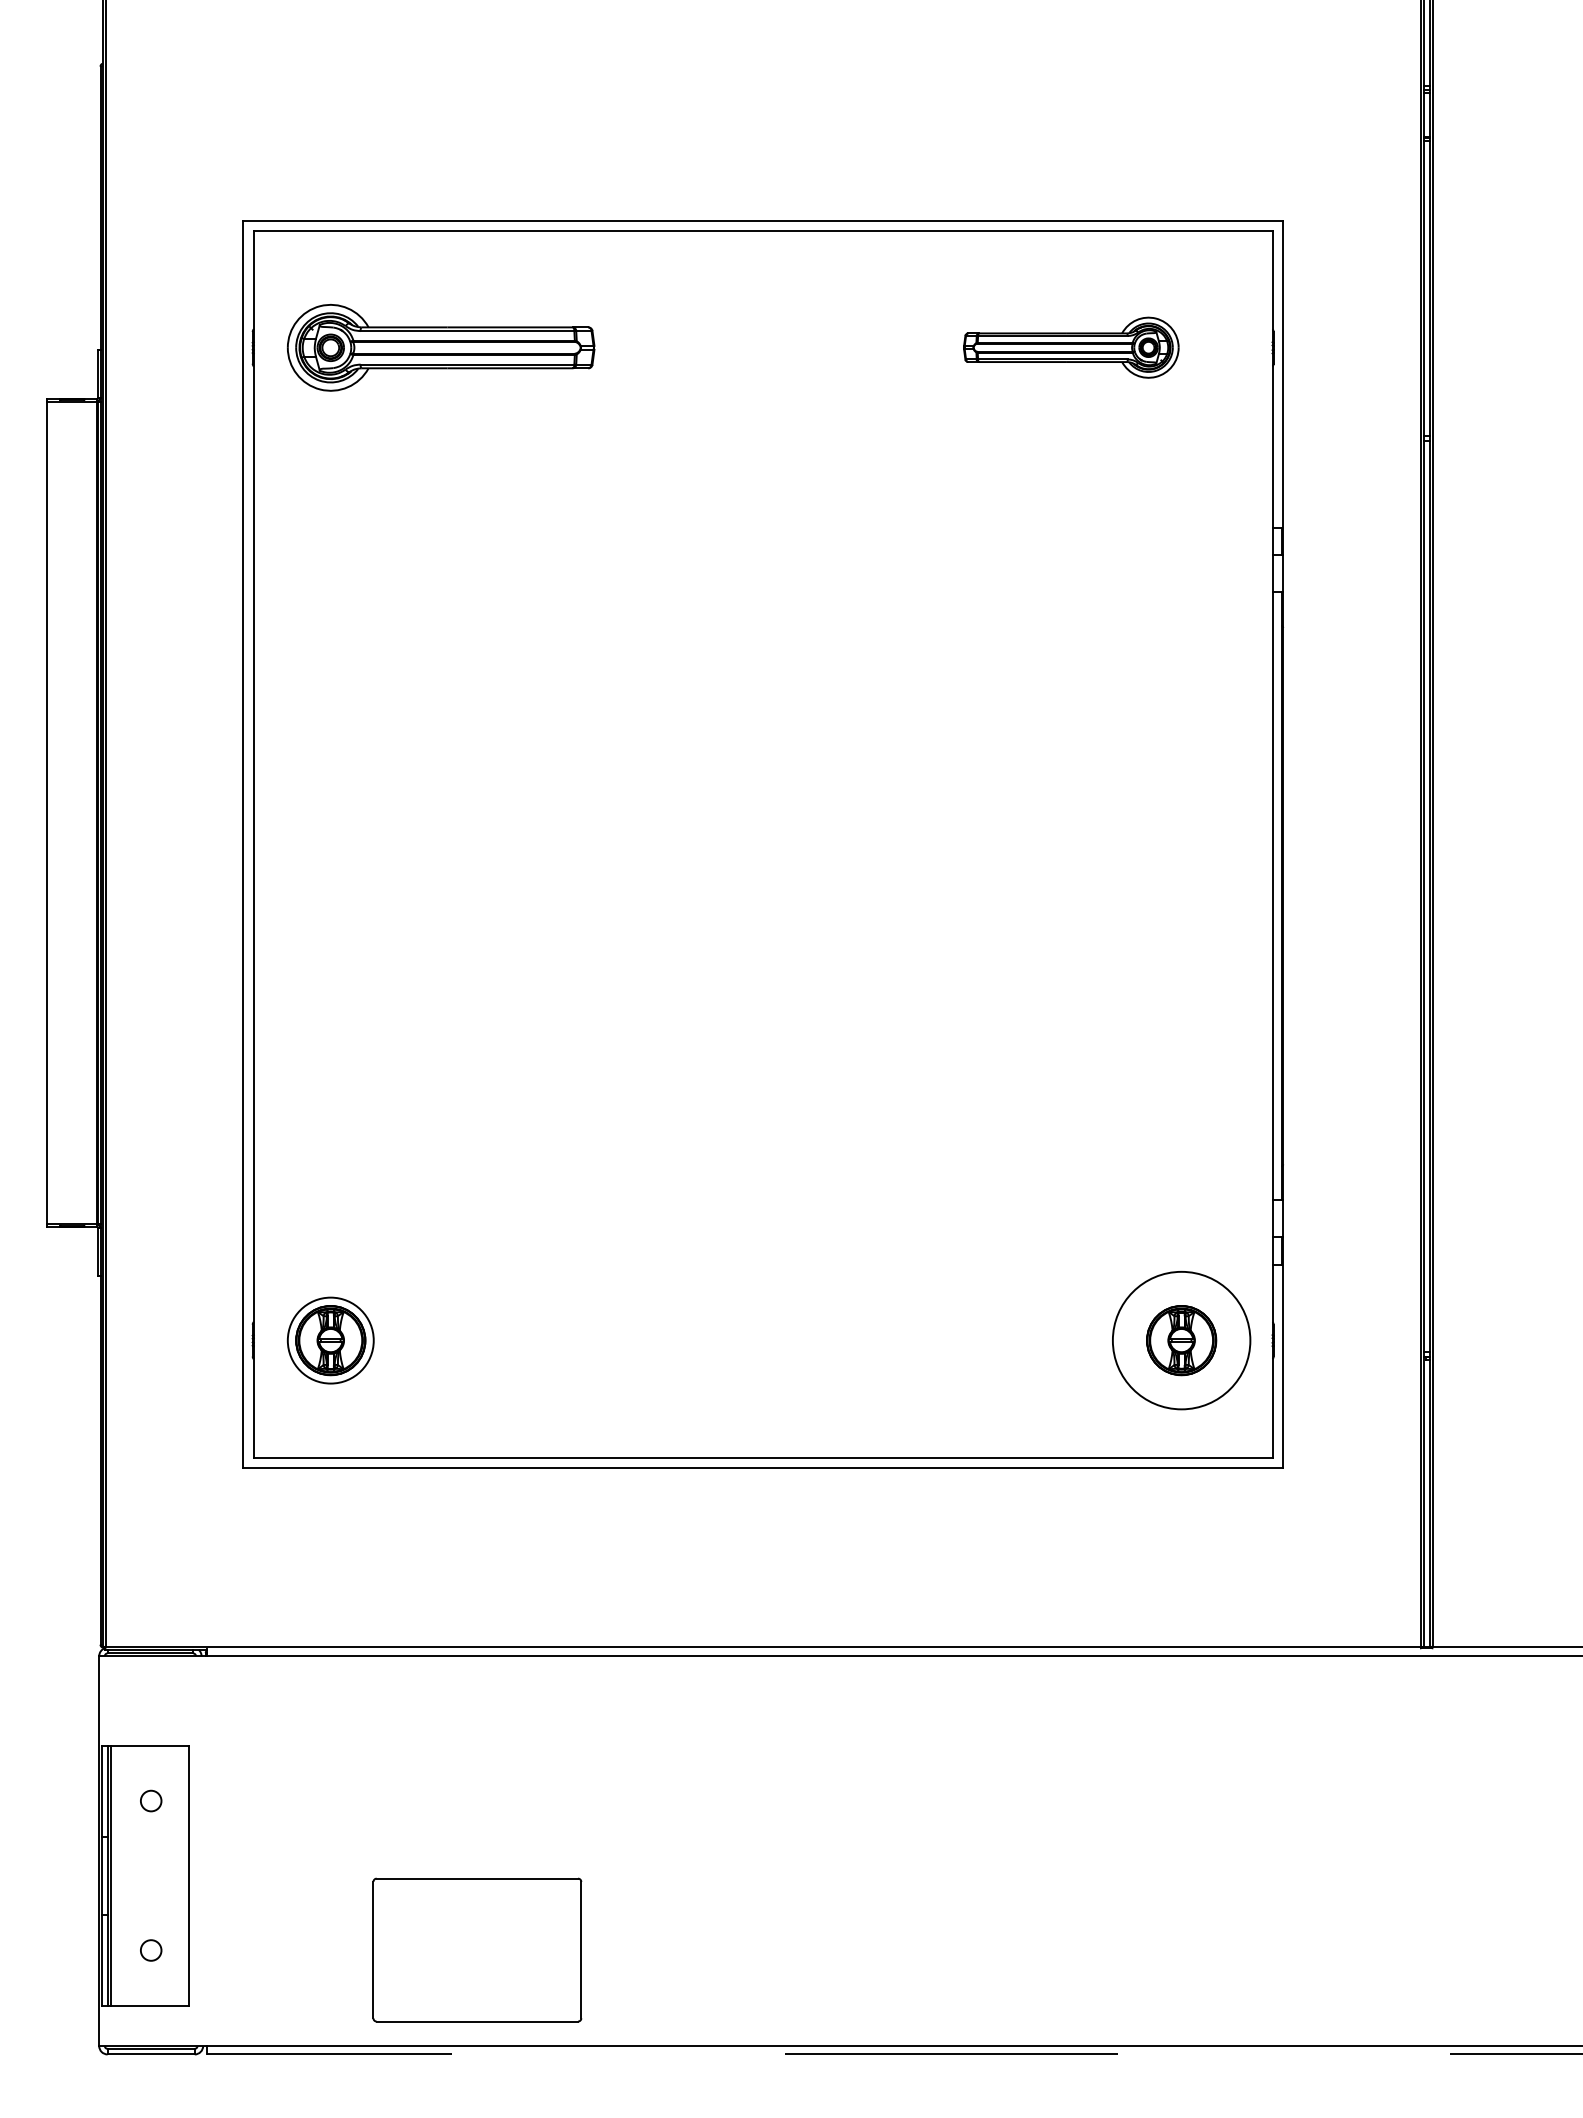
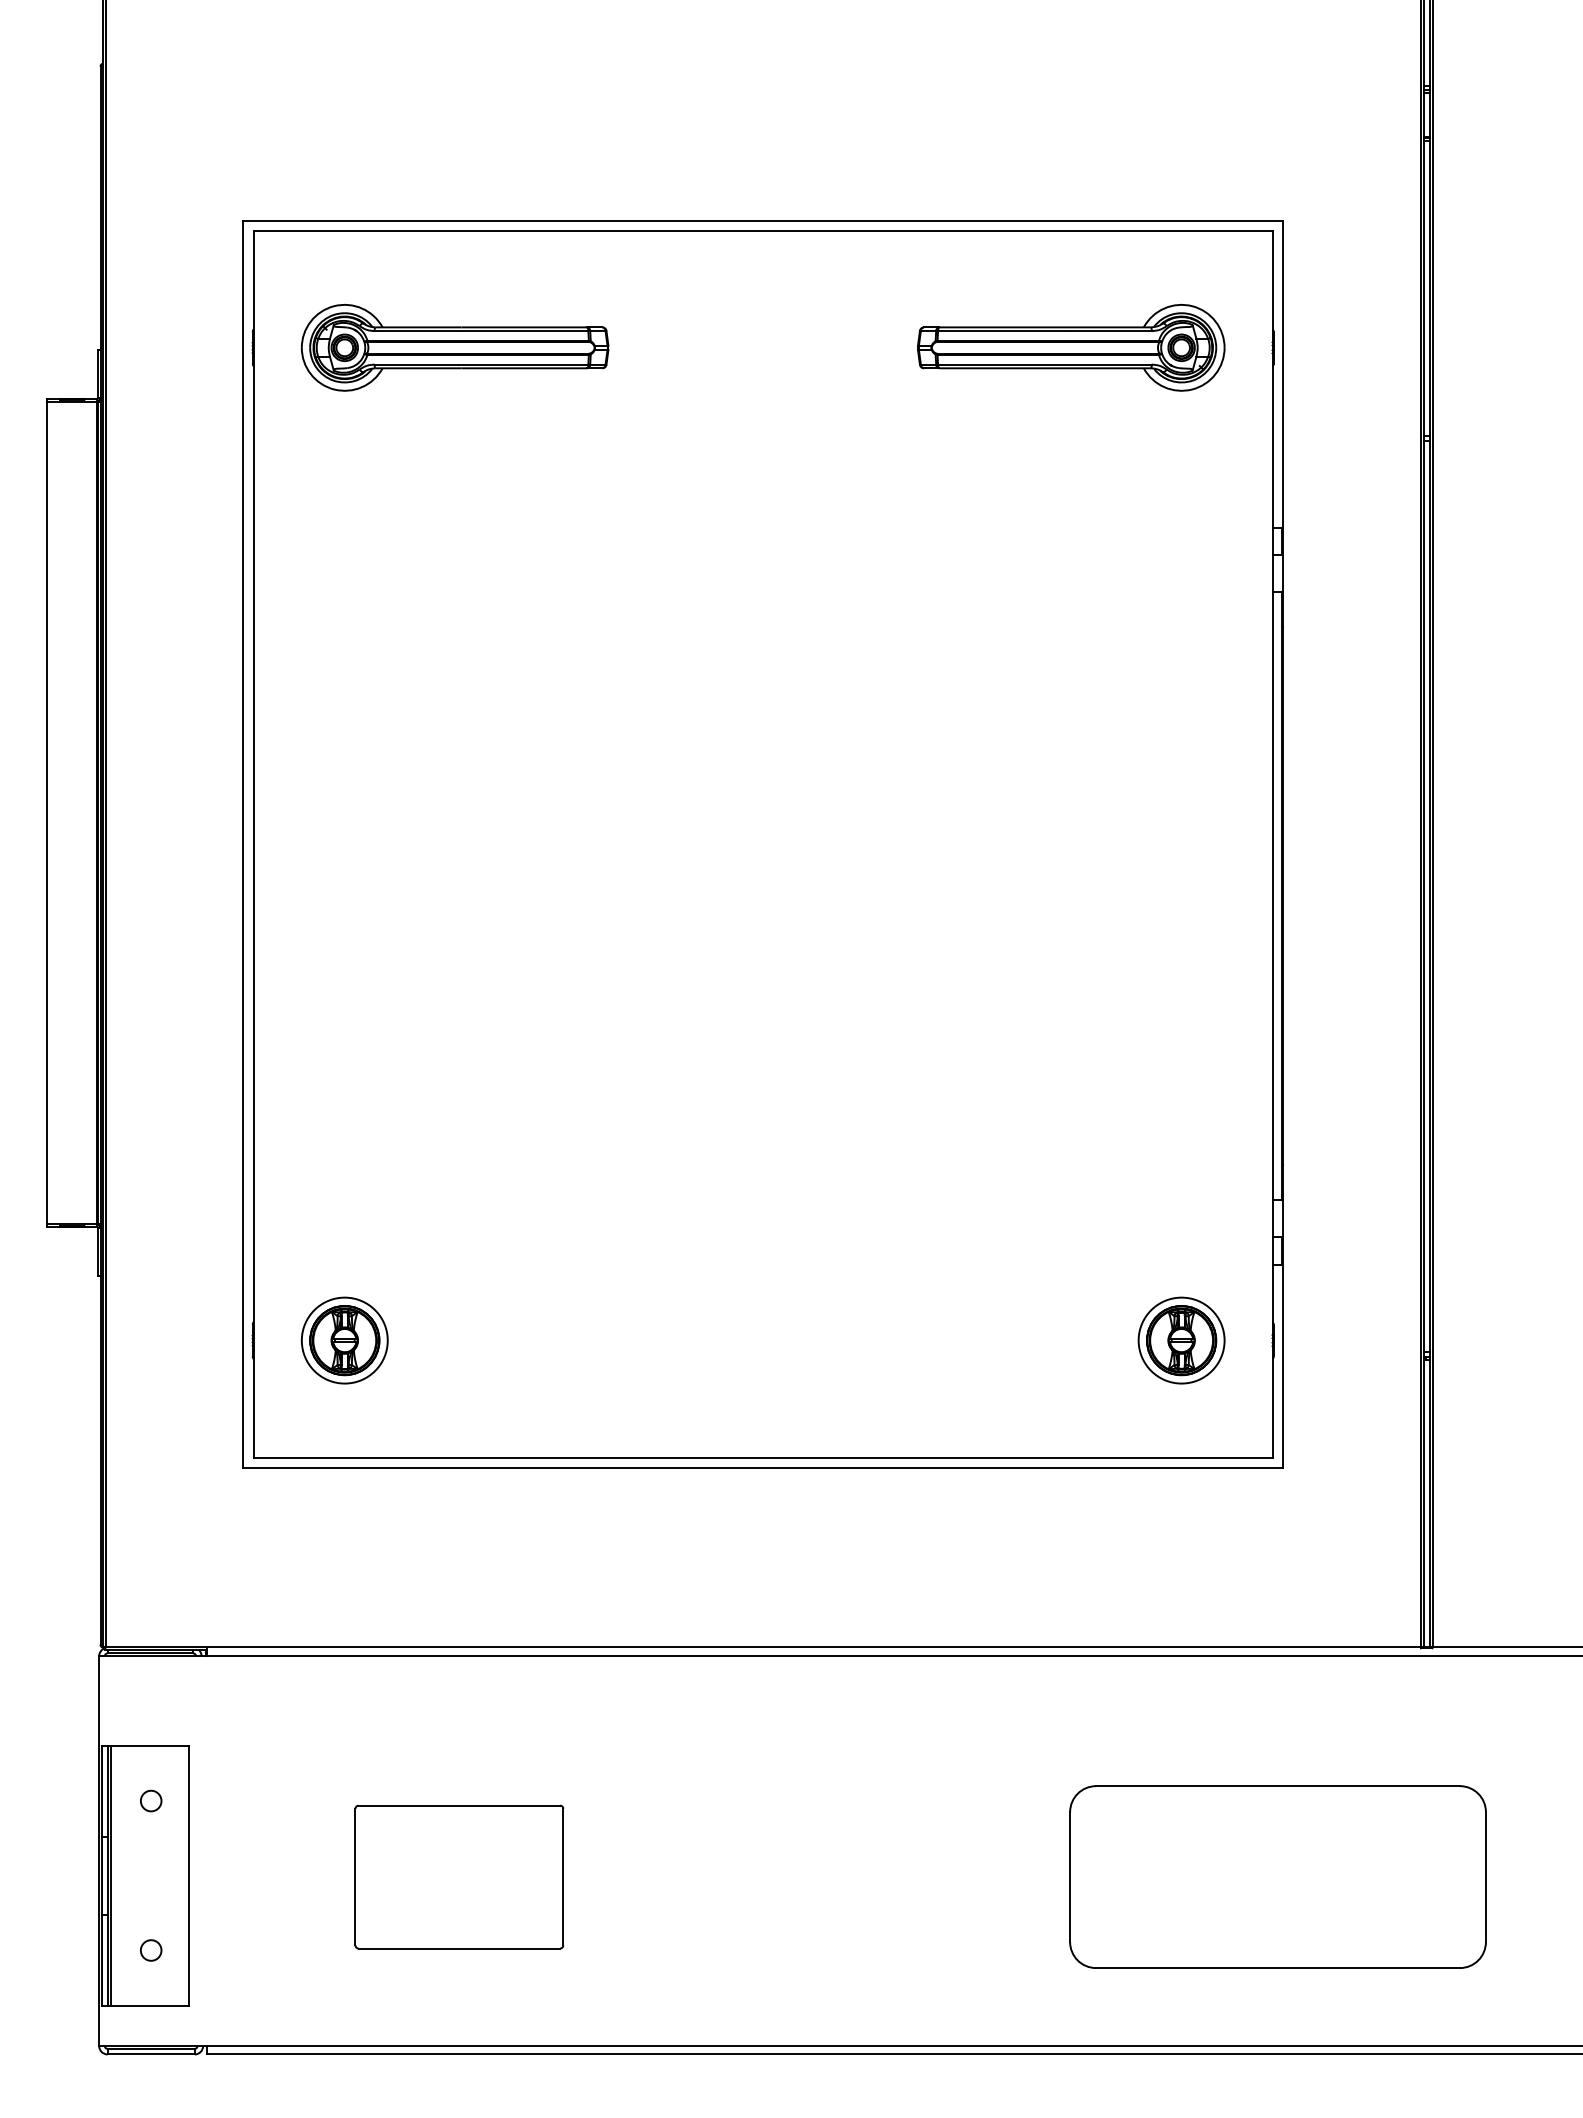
part at (441, 347) position: (441, 347) -> (455, 347)
part at (1071, 347) size: 217x63 px -> 309x89 px
part at (330, 1340) position: (330, 1340) -> (344, 1340)
circle at (1181, 1340) diameter: 138 px -> 86 px
part at (1277, 1876): none -> present
part at (477, 1949) position: (477, 1949) -> (459, 1876)
line at (894, 2054): dashed -> solid
